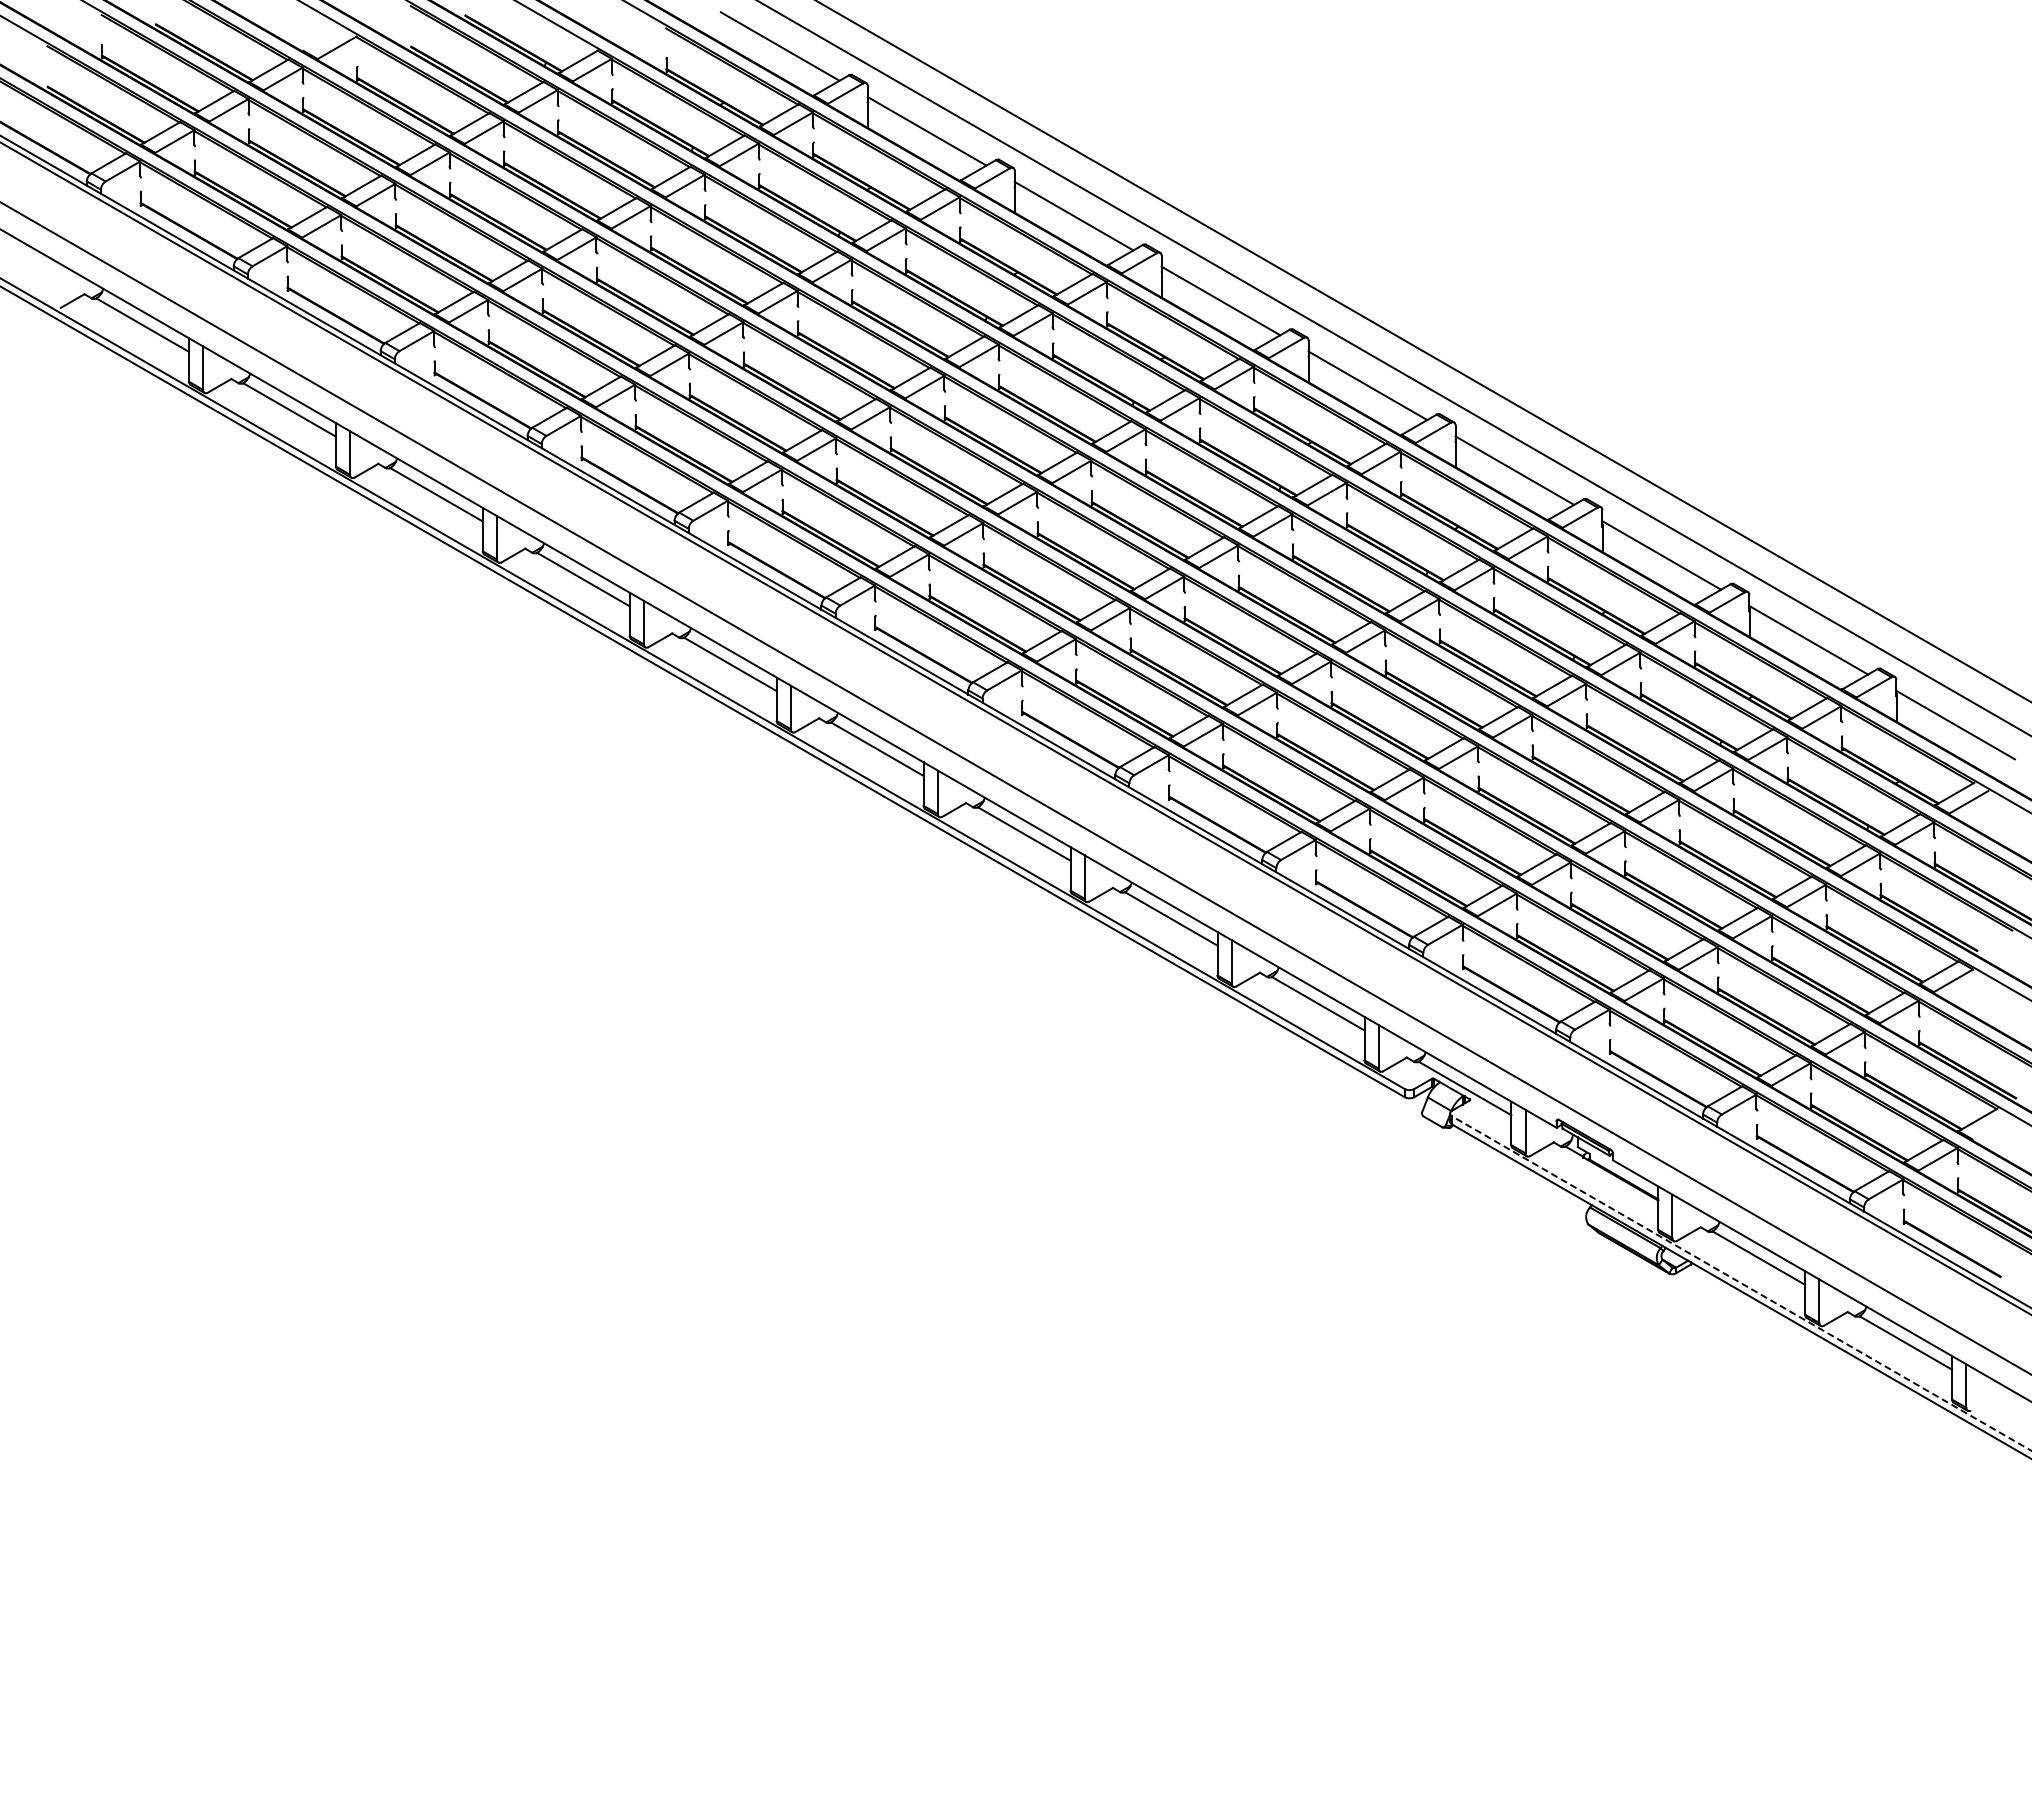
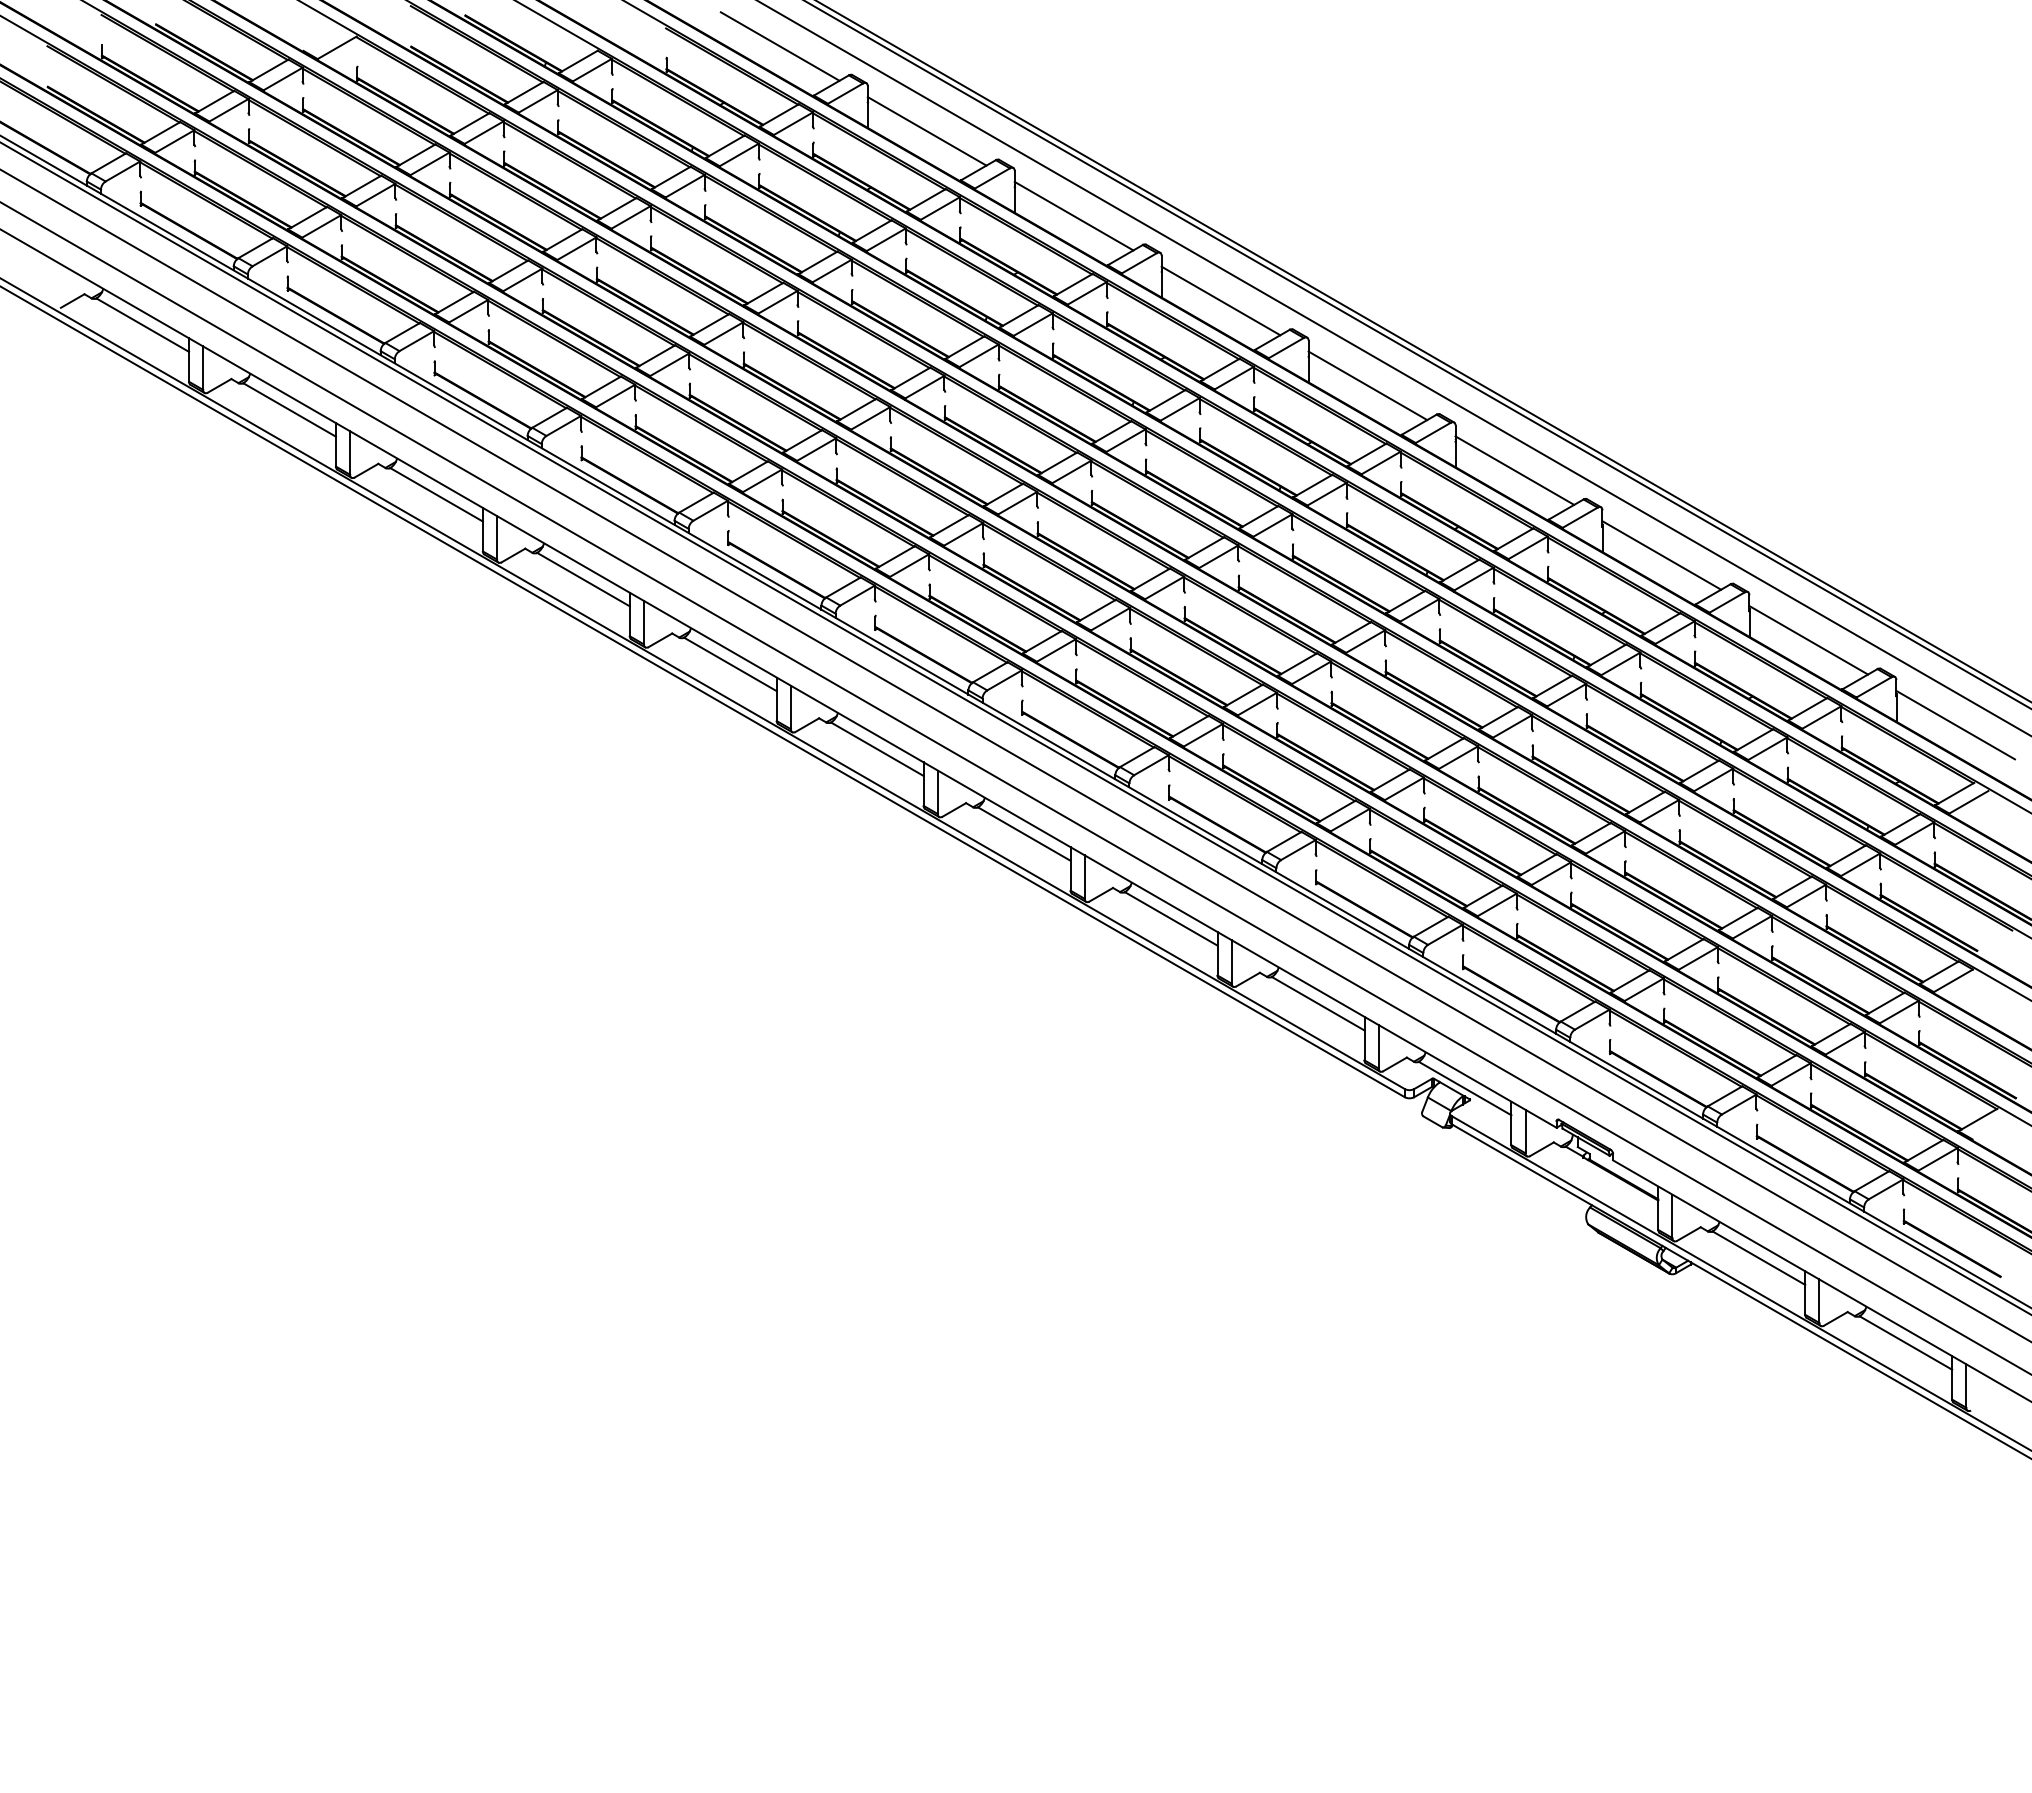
line at (1417, 354): none -> present
line at (1015, 755): none -> present
line at (1741, 1283): dashed -> solid
